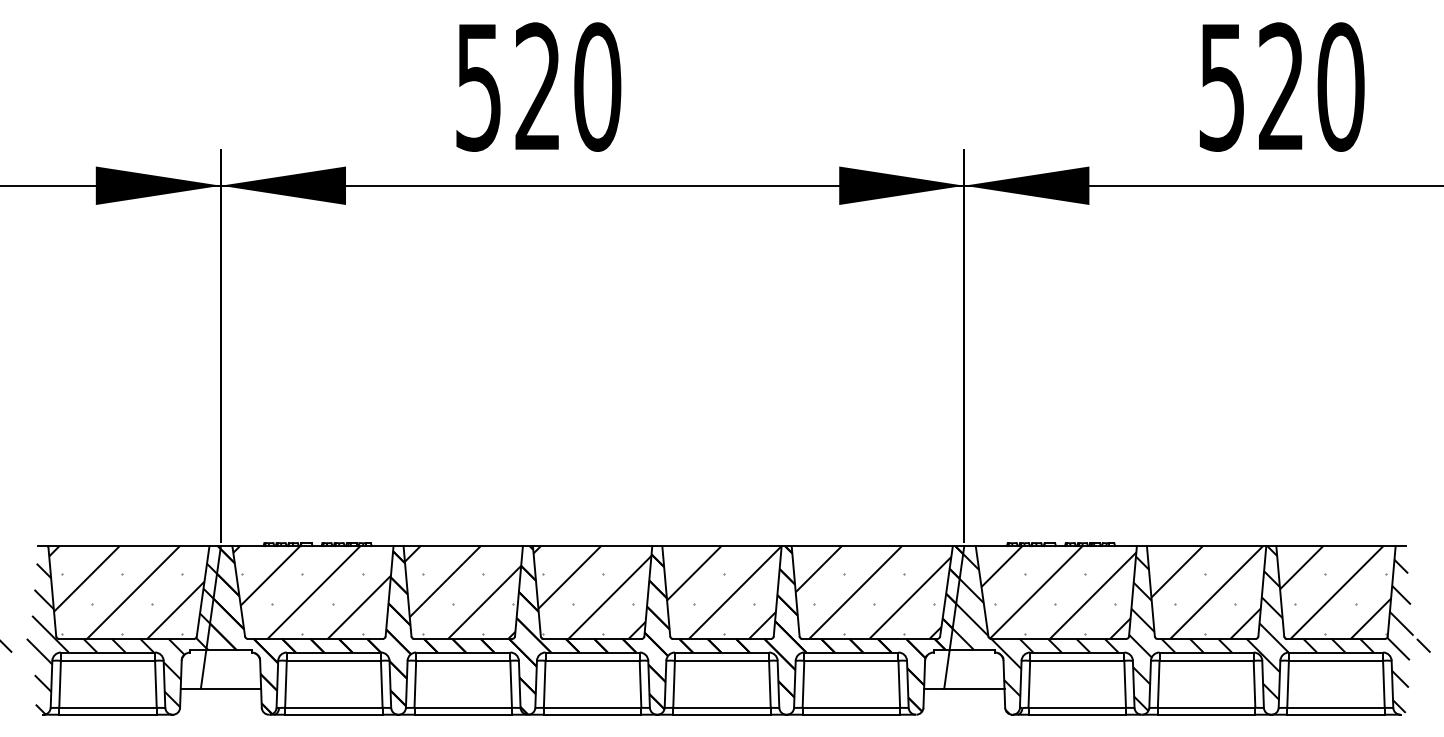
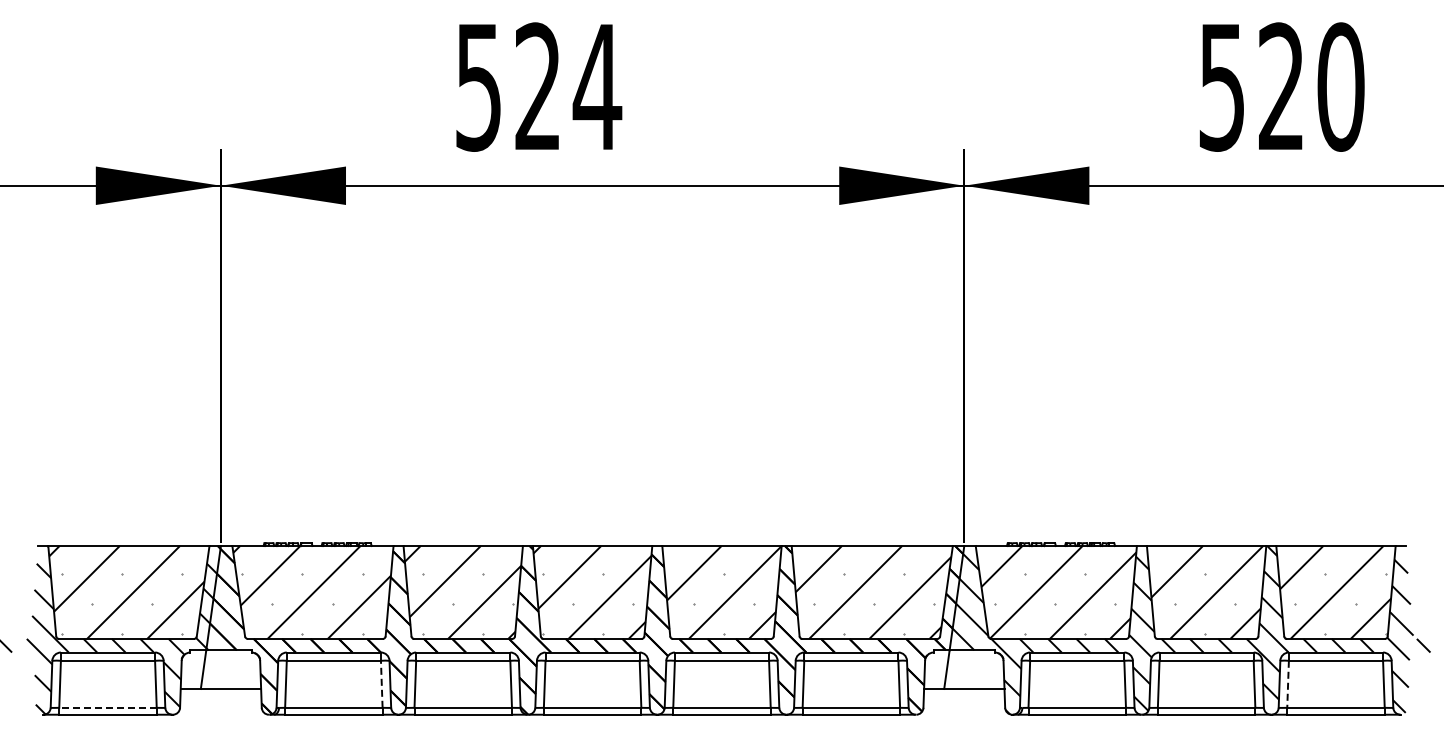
text at (597, 86): 520 -> 524
line at (381, 684): solid -> dashed
line at (1288, 684): solid -> dashed
line at (108, 707): solid -> dashed
